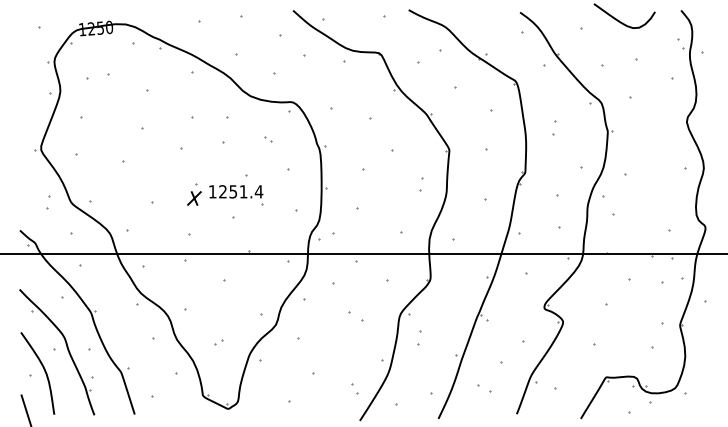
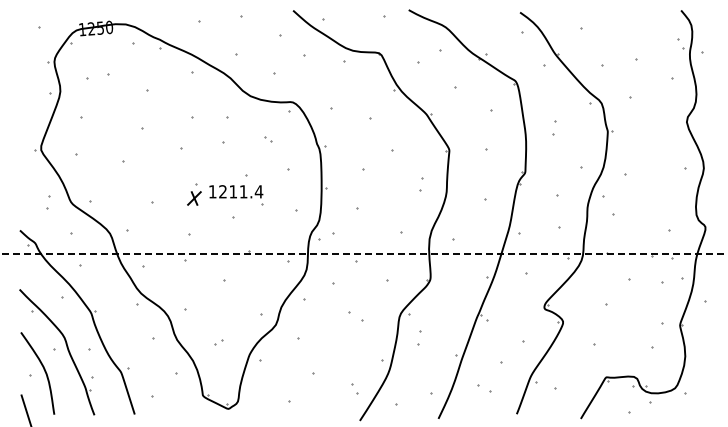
curve at (621, 21): present -> none
text at (233, 191): 1251.4 -> 1211.4
line at (363, 254): solid -> dashed
